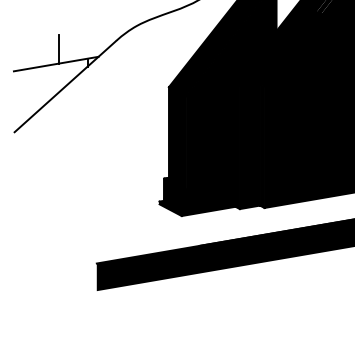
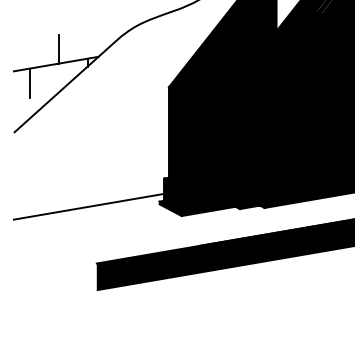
line at (29, 82): none -> present
line at (88, 206): none -> present
